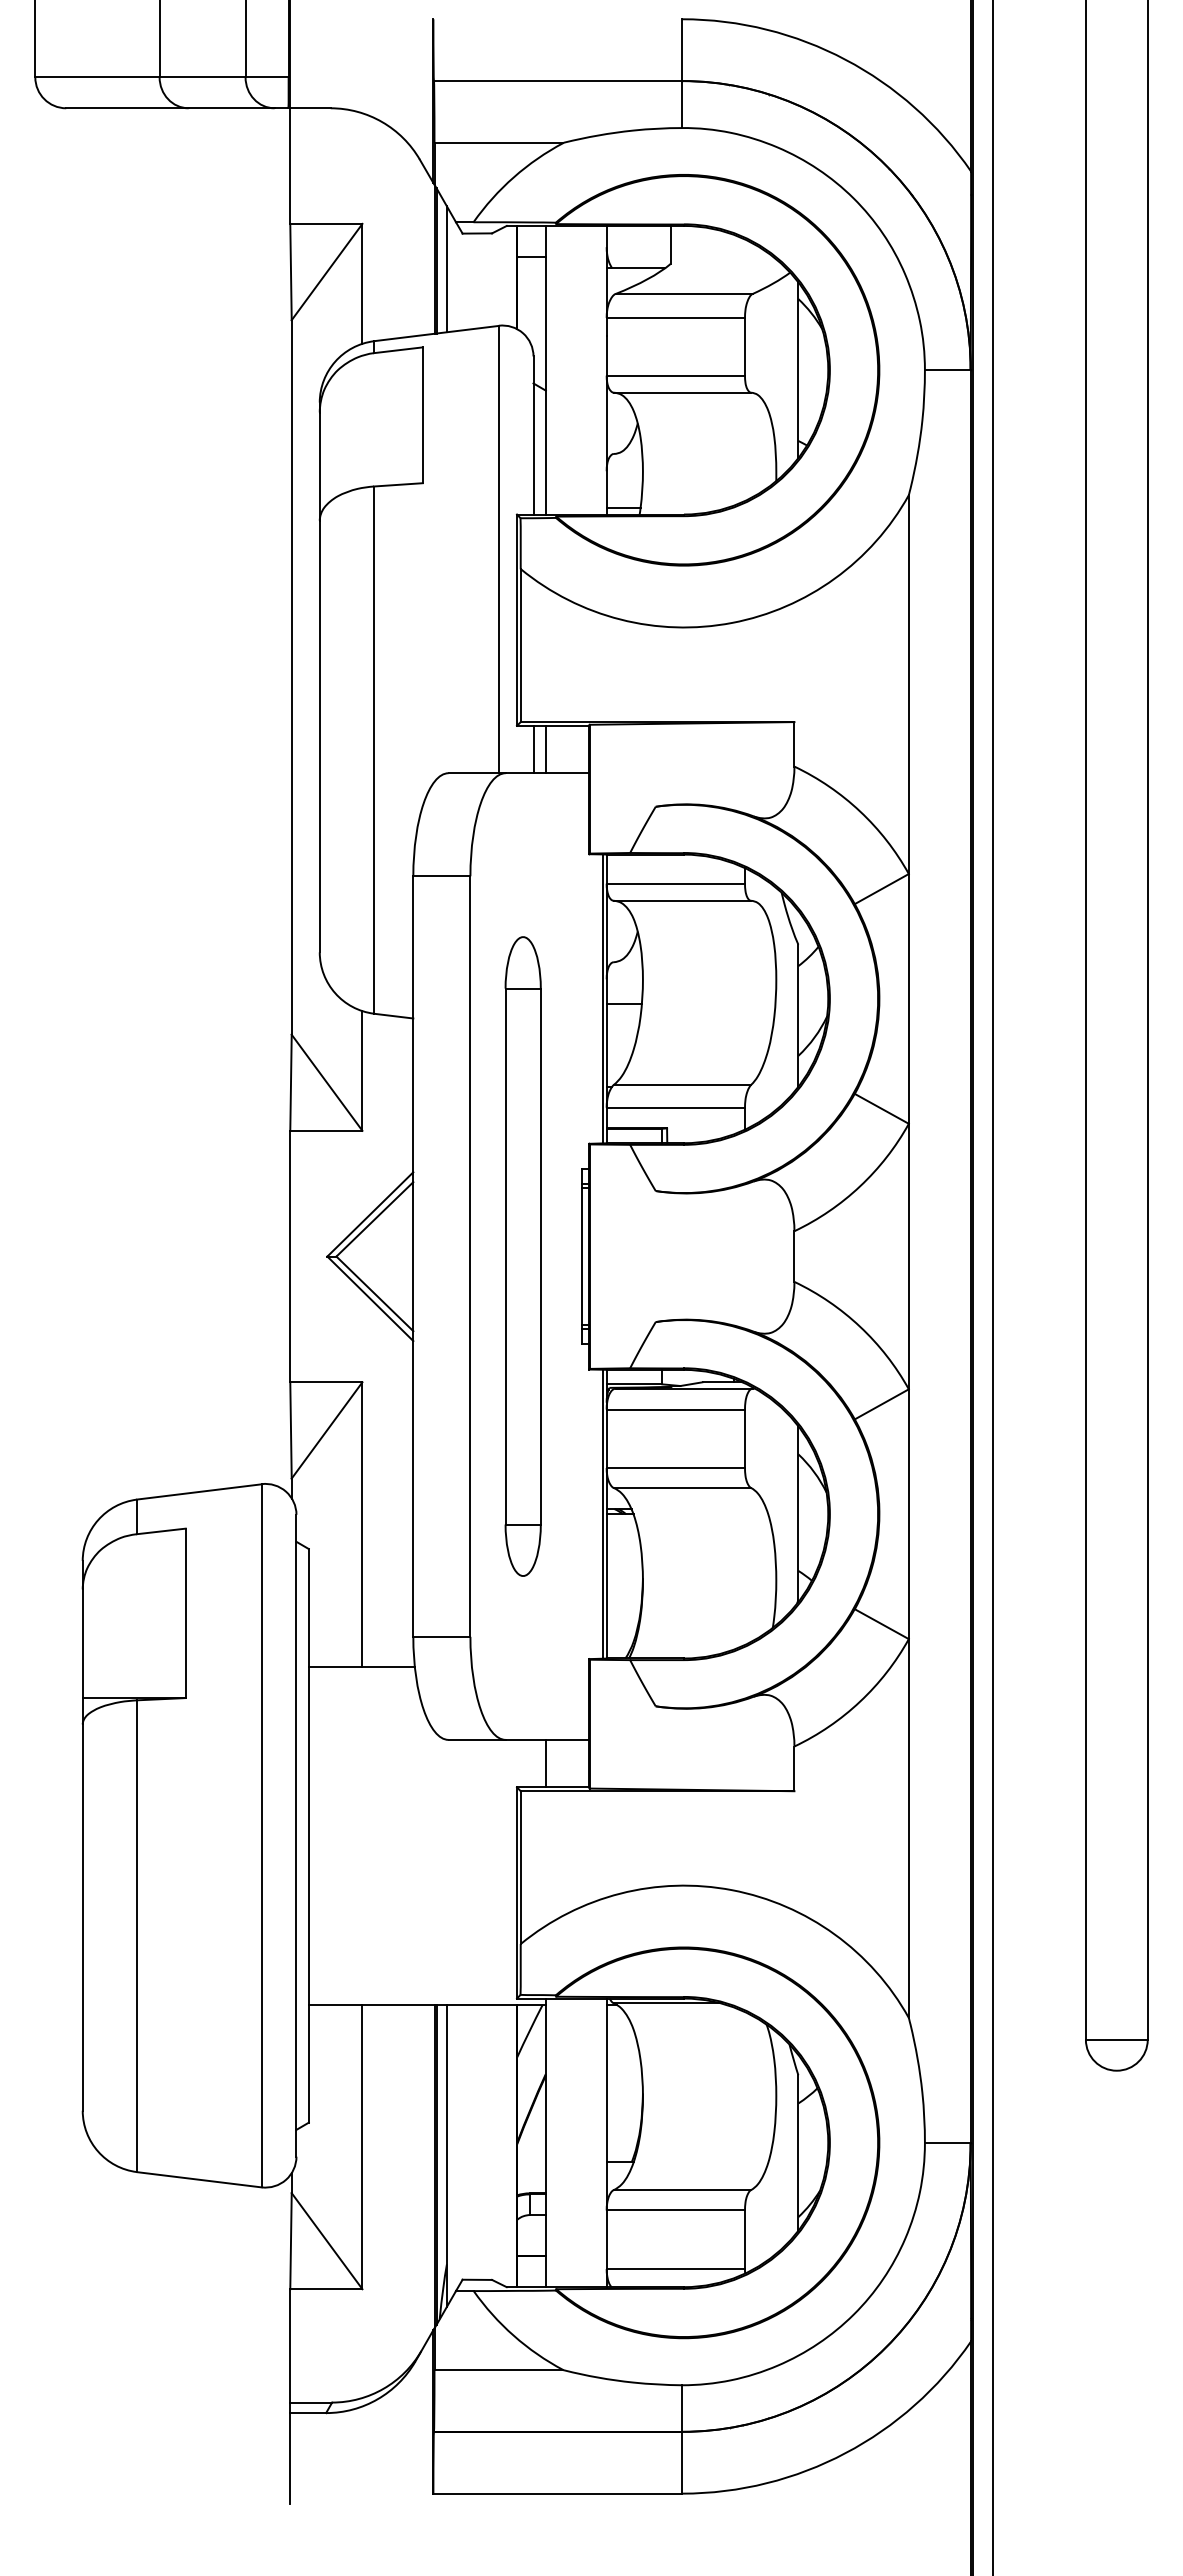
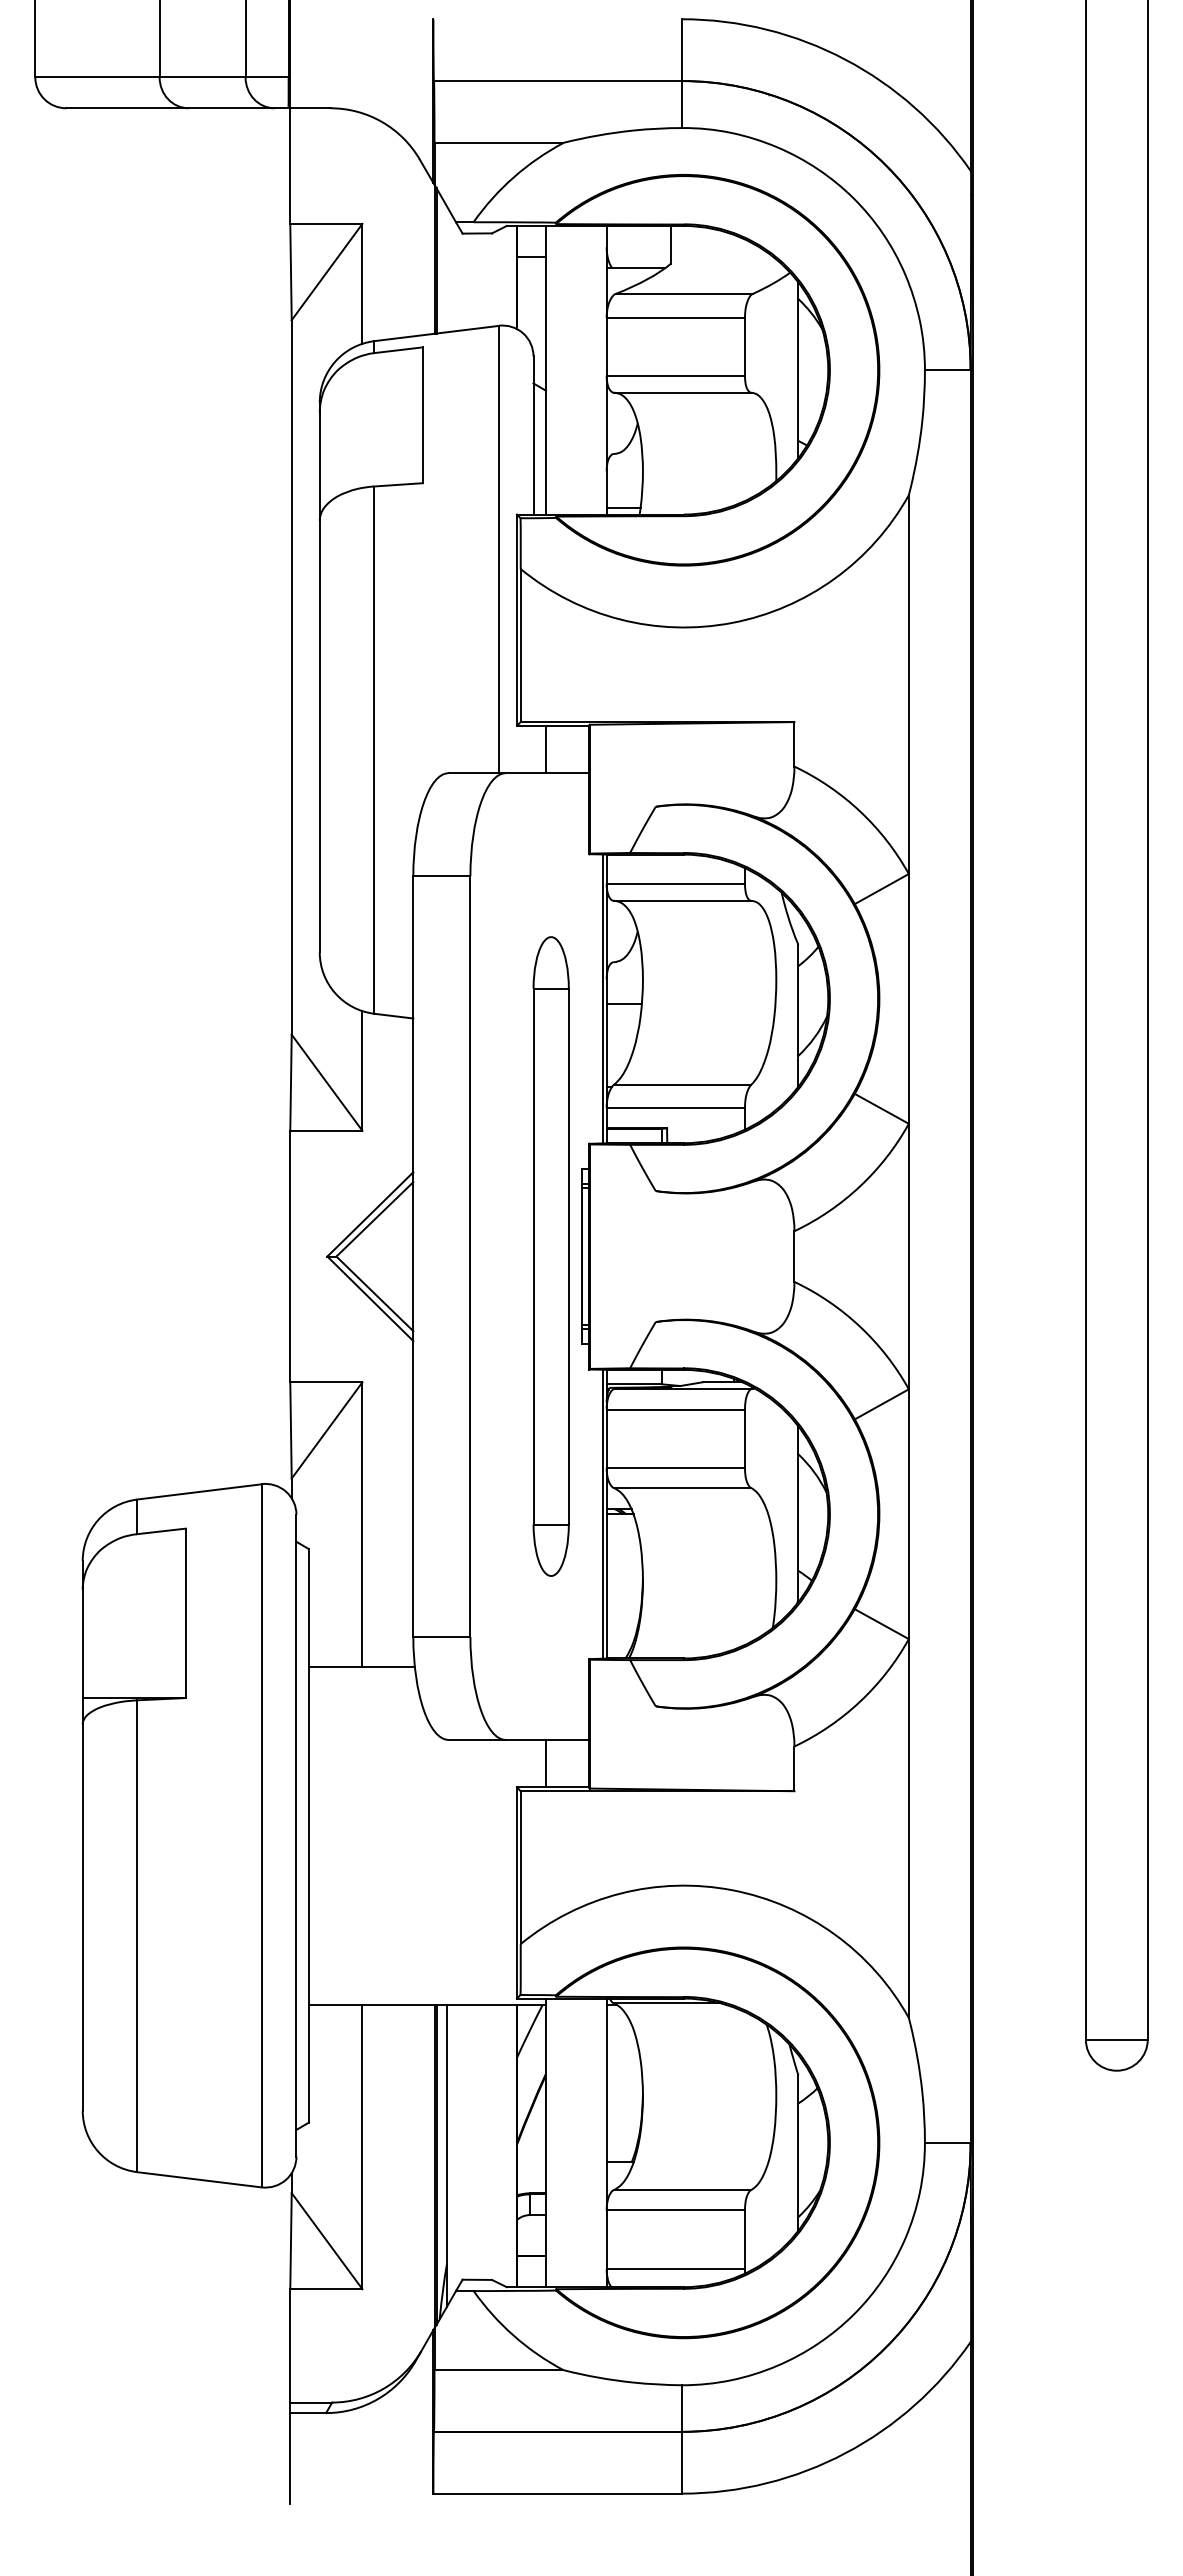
line at (446, 269): present -> none
line at (533, 749): present -> none
part at (522, 1256) position: (522, 1256) -> (550, 1256)
line at (993, 1287): present -> none
